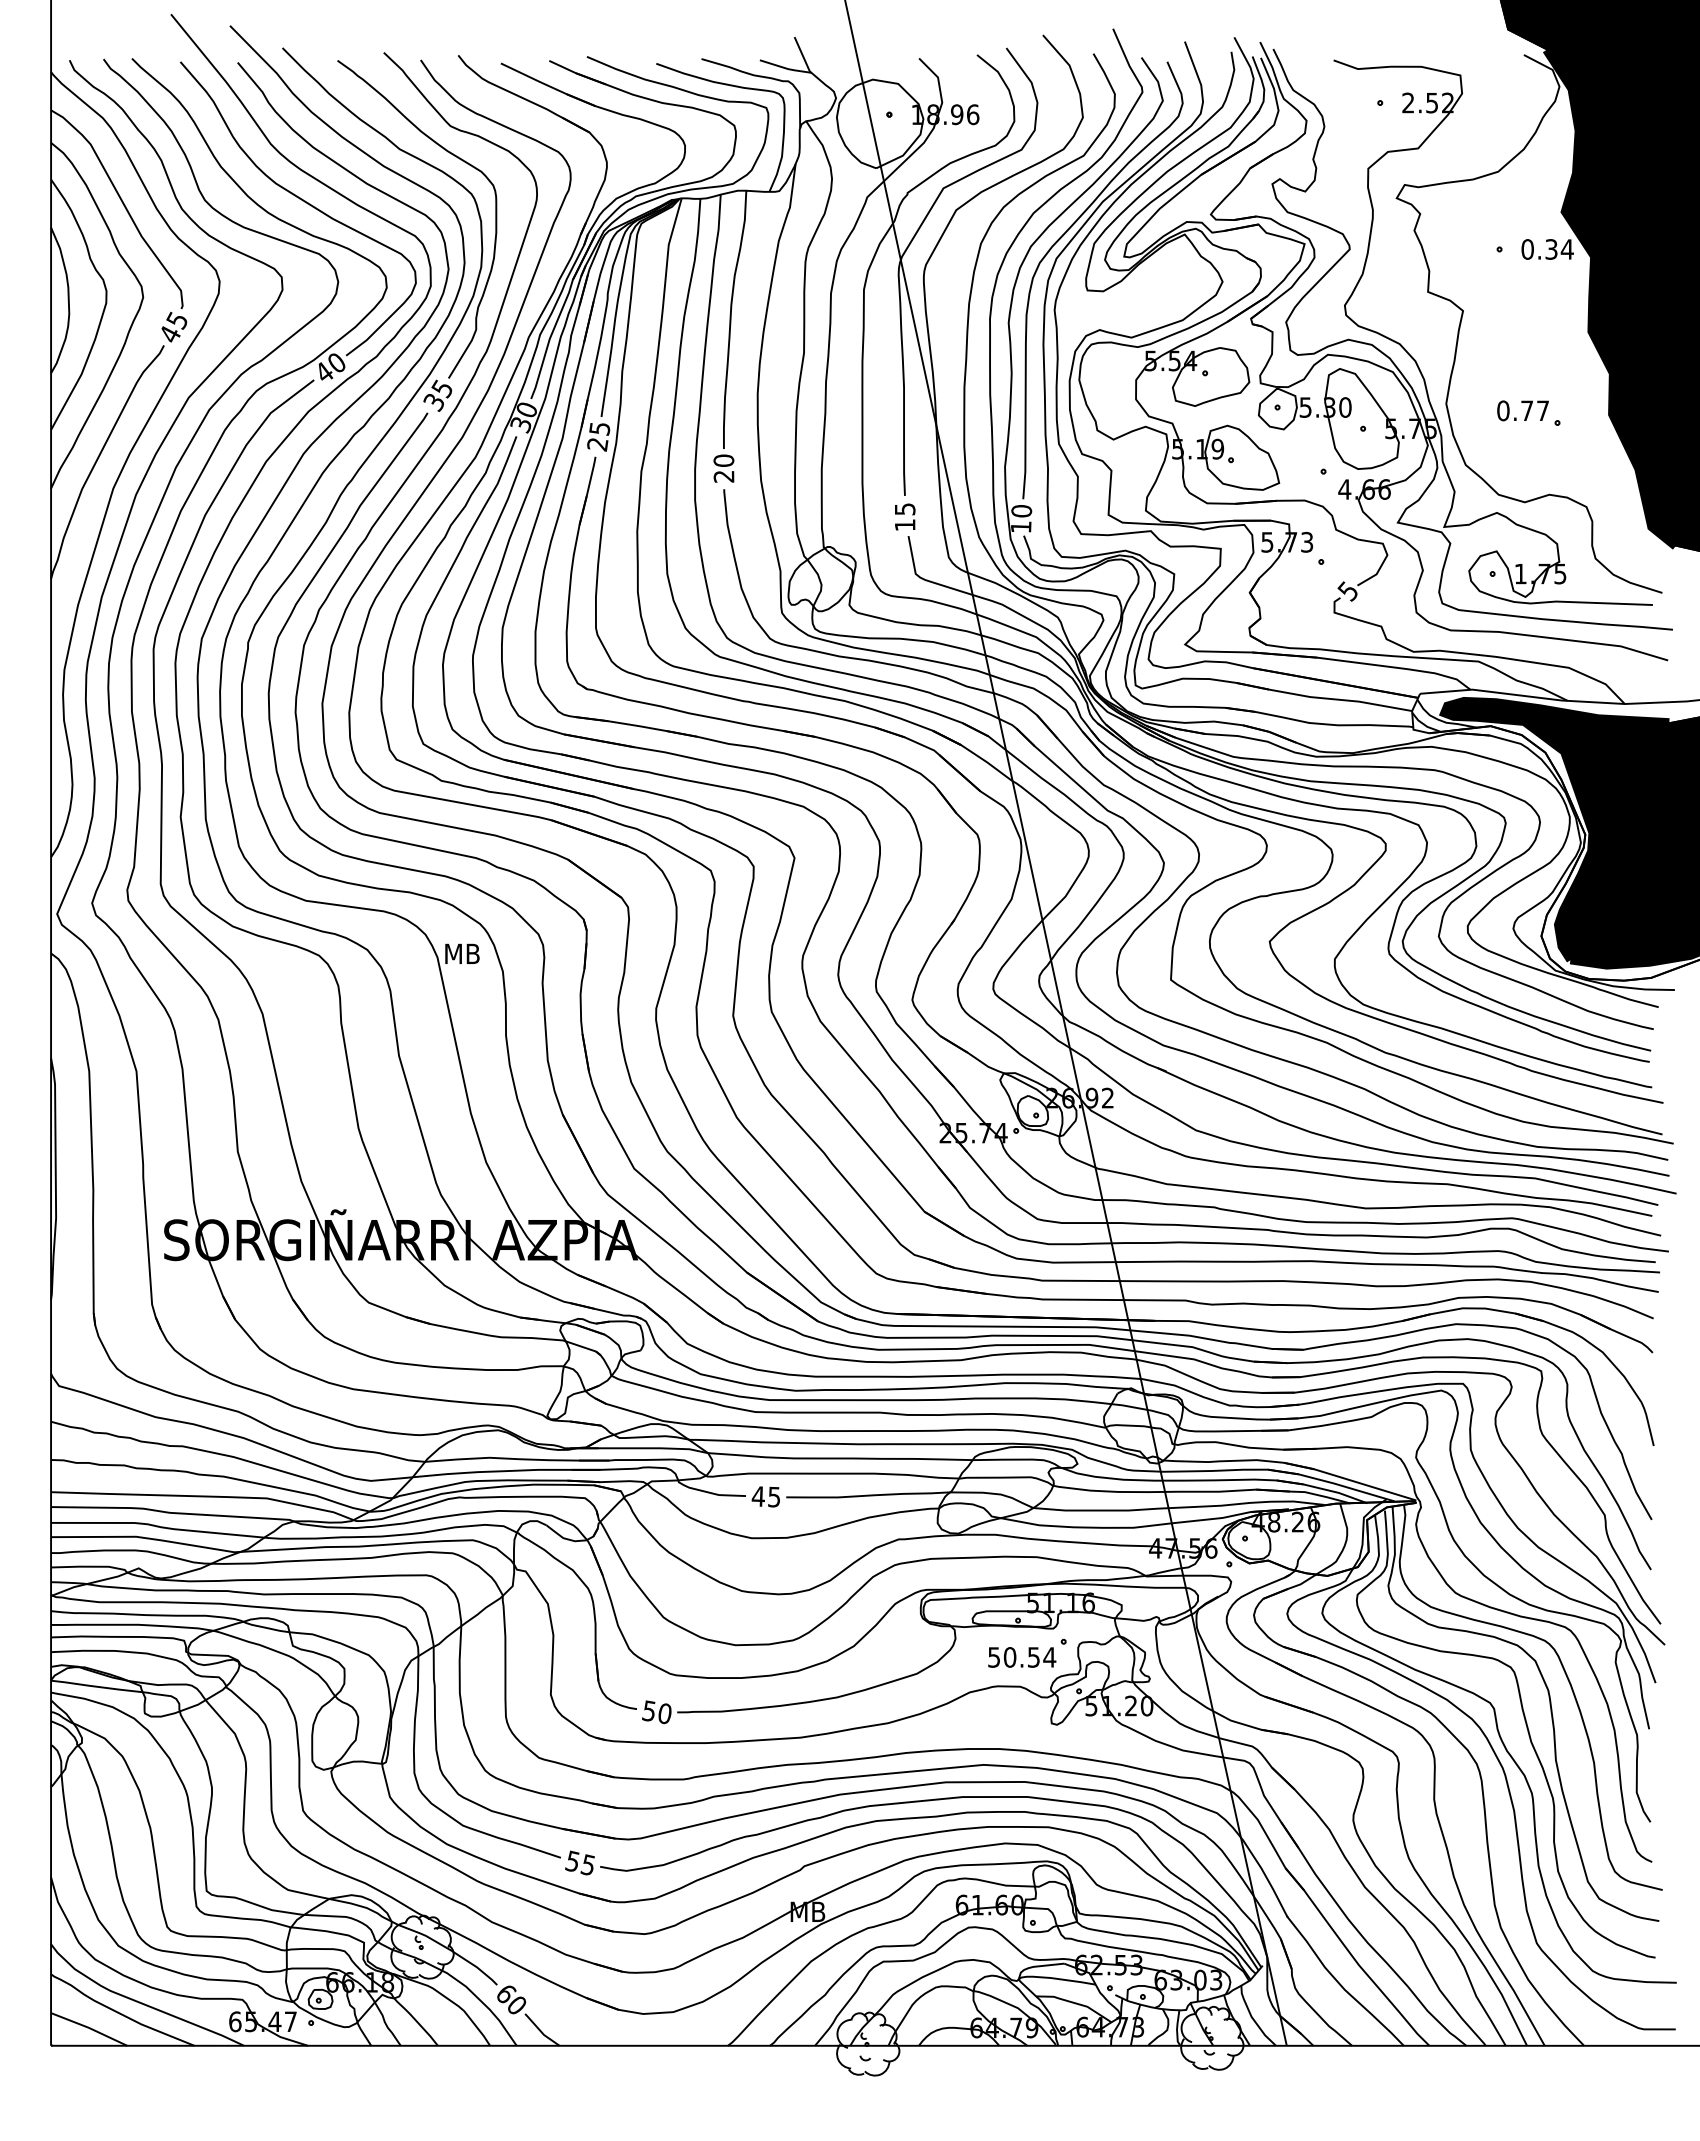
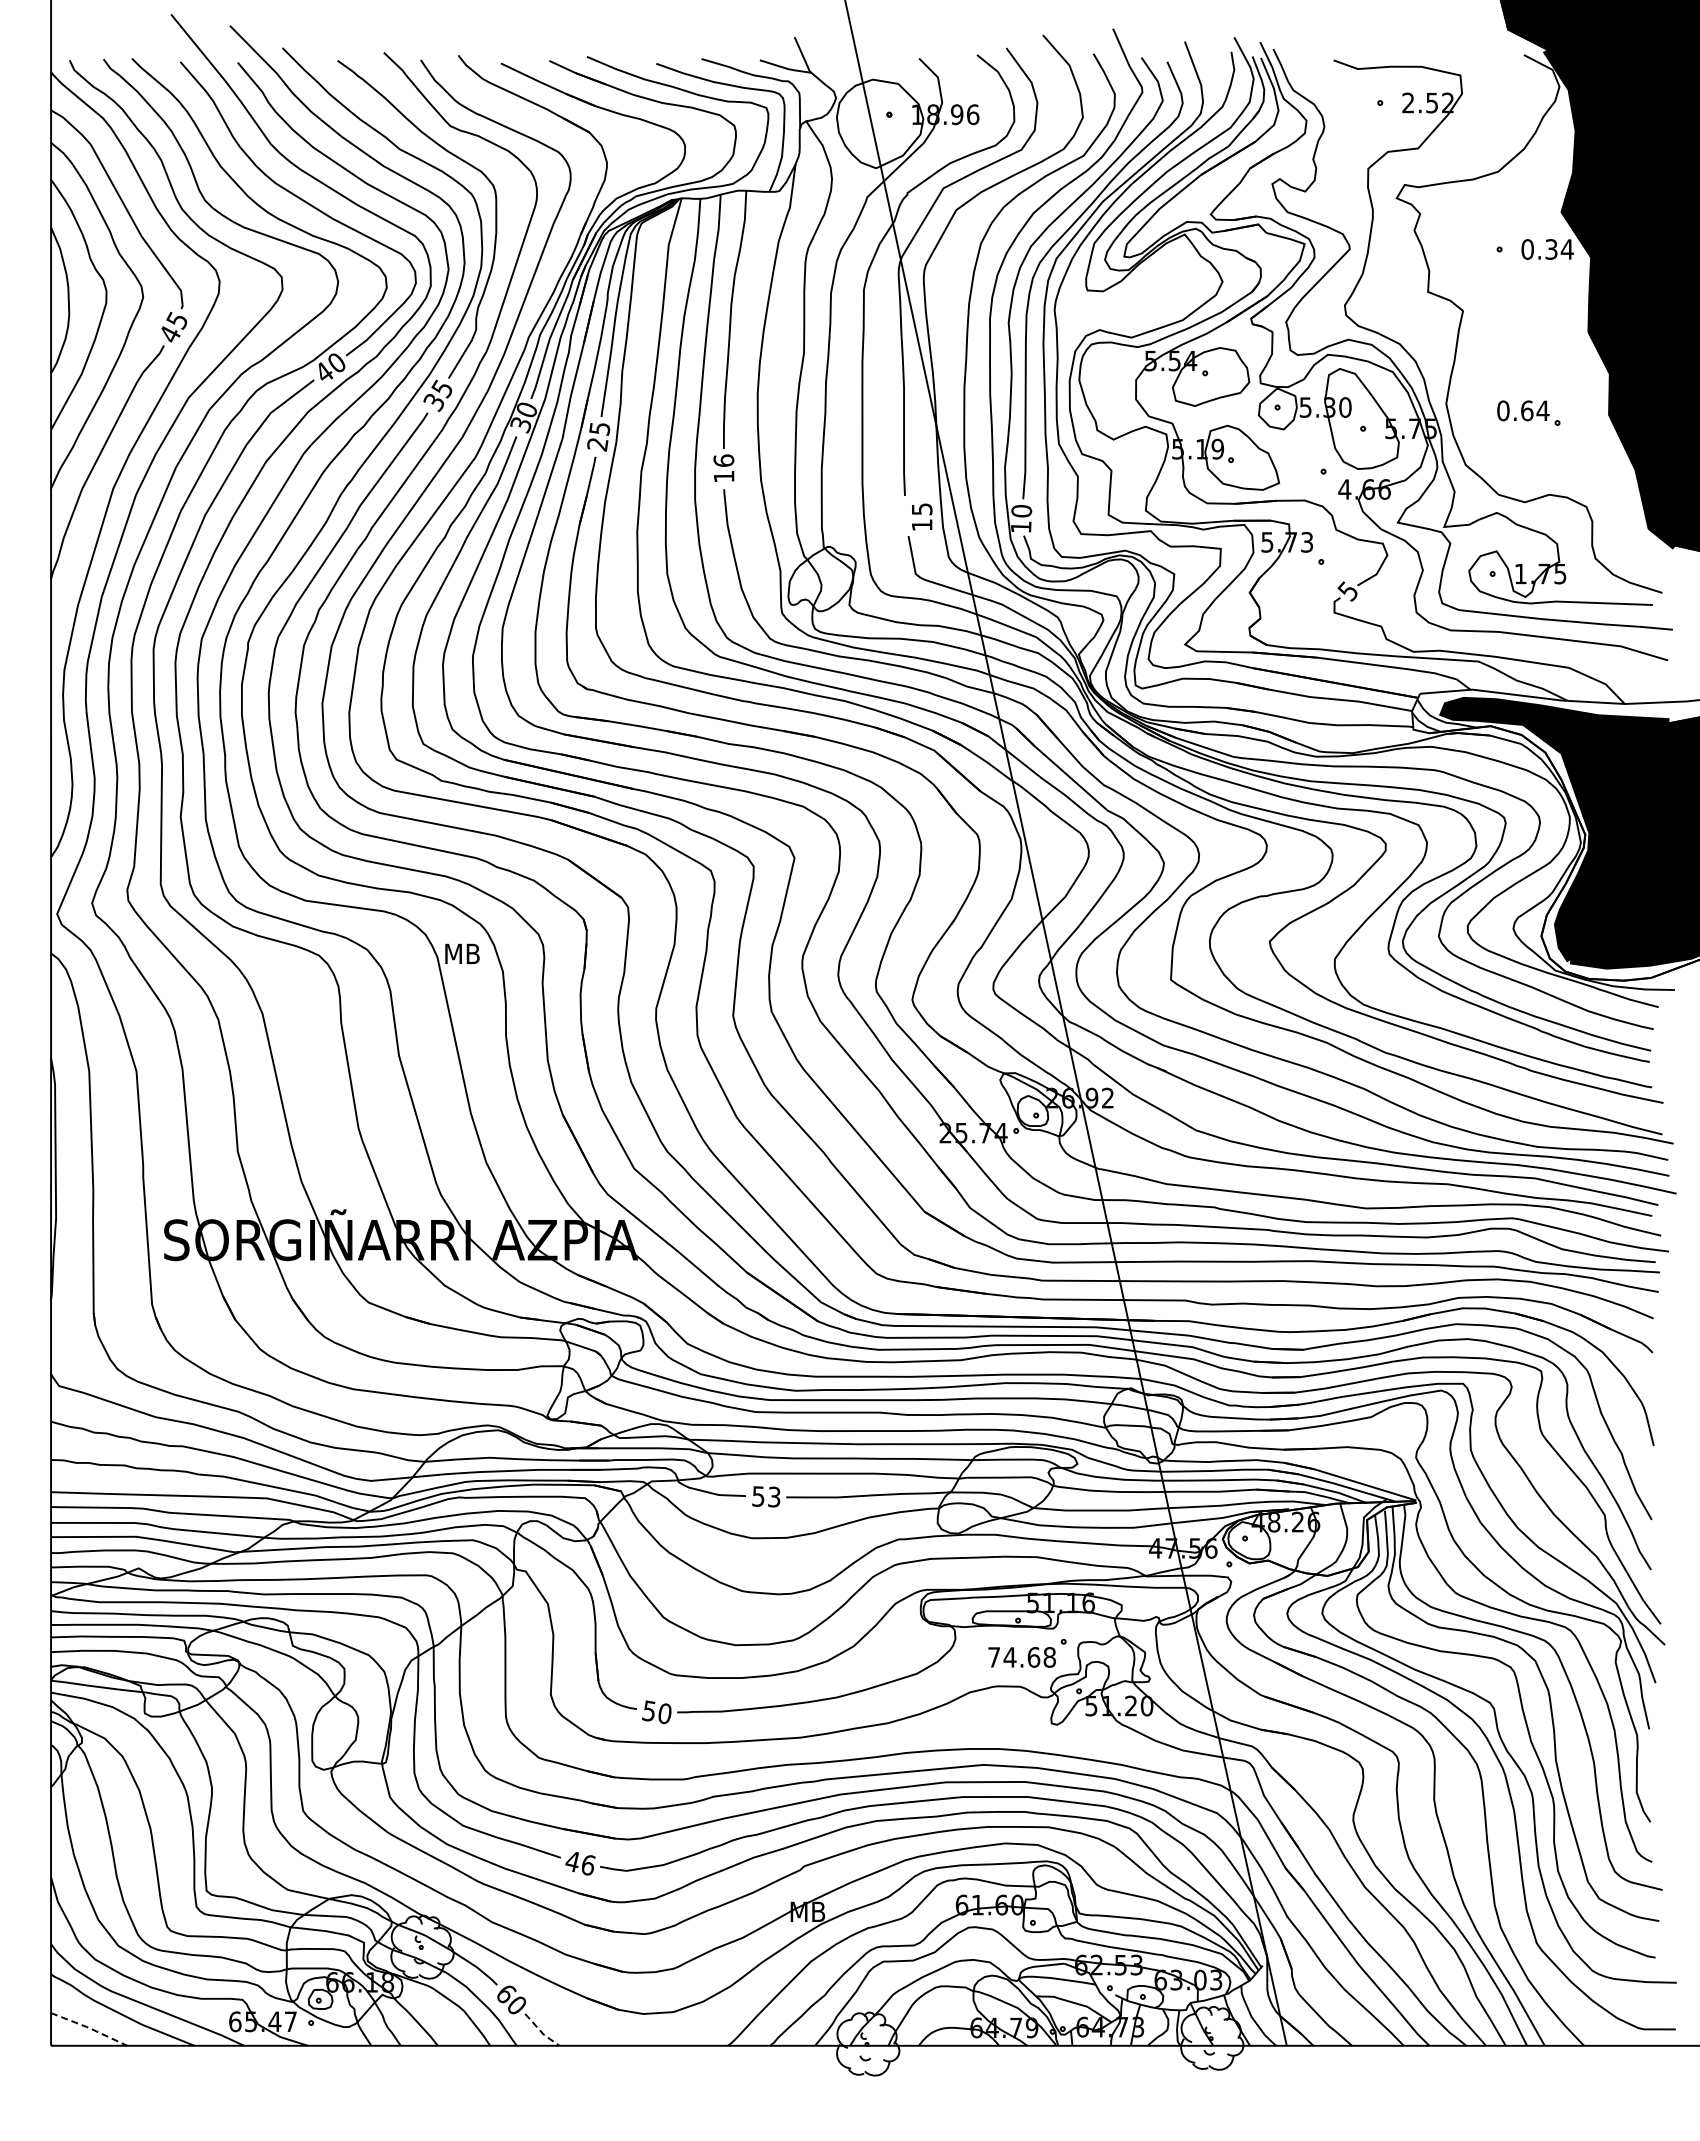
text at (1535, 410): 0.77 -> 0.64
text at (723, 468): 20 -> 16
text at (905, 516) position: (905, 516) -> (922, 516)
text at (765, 1496): 45 -> 53
text at (1022, 1657): 50.54 -> 74.68
text at (580, 1862): 55 -> 46
line at (88, 2027): solid -> dashed
line at (540, 2031): solid -> dashed
